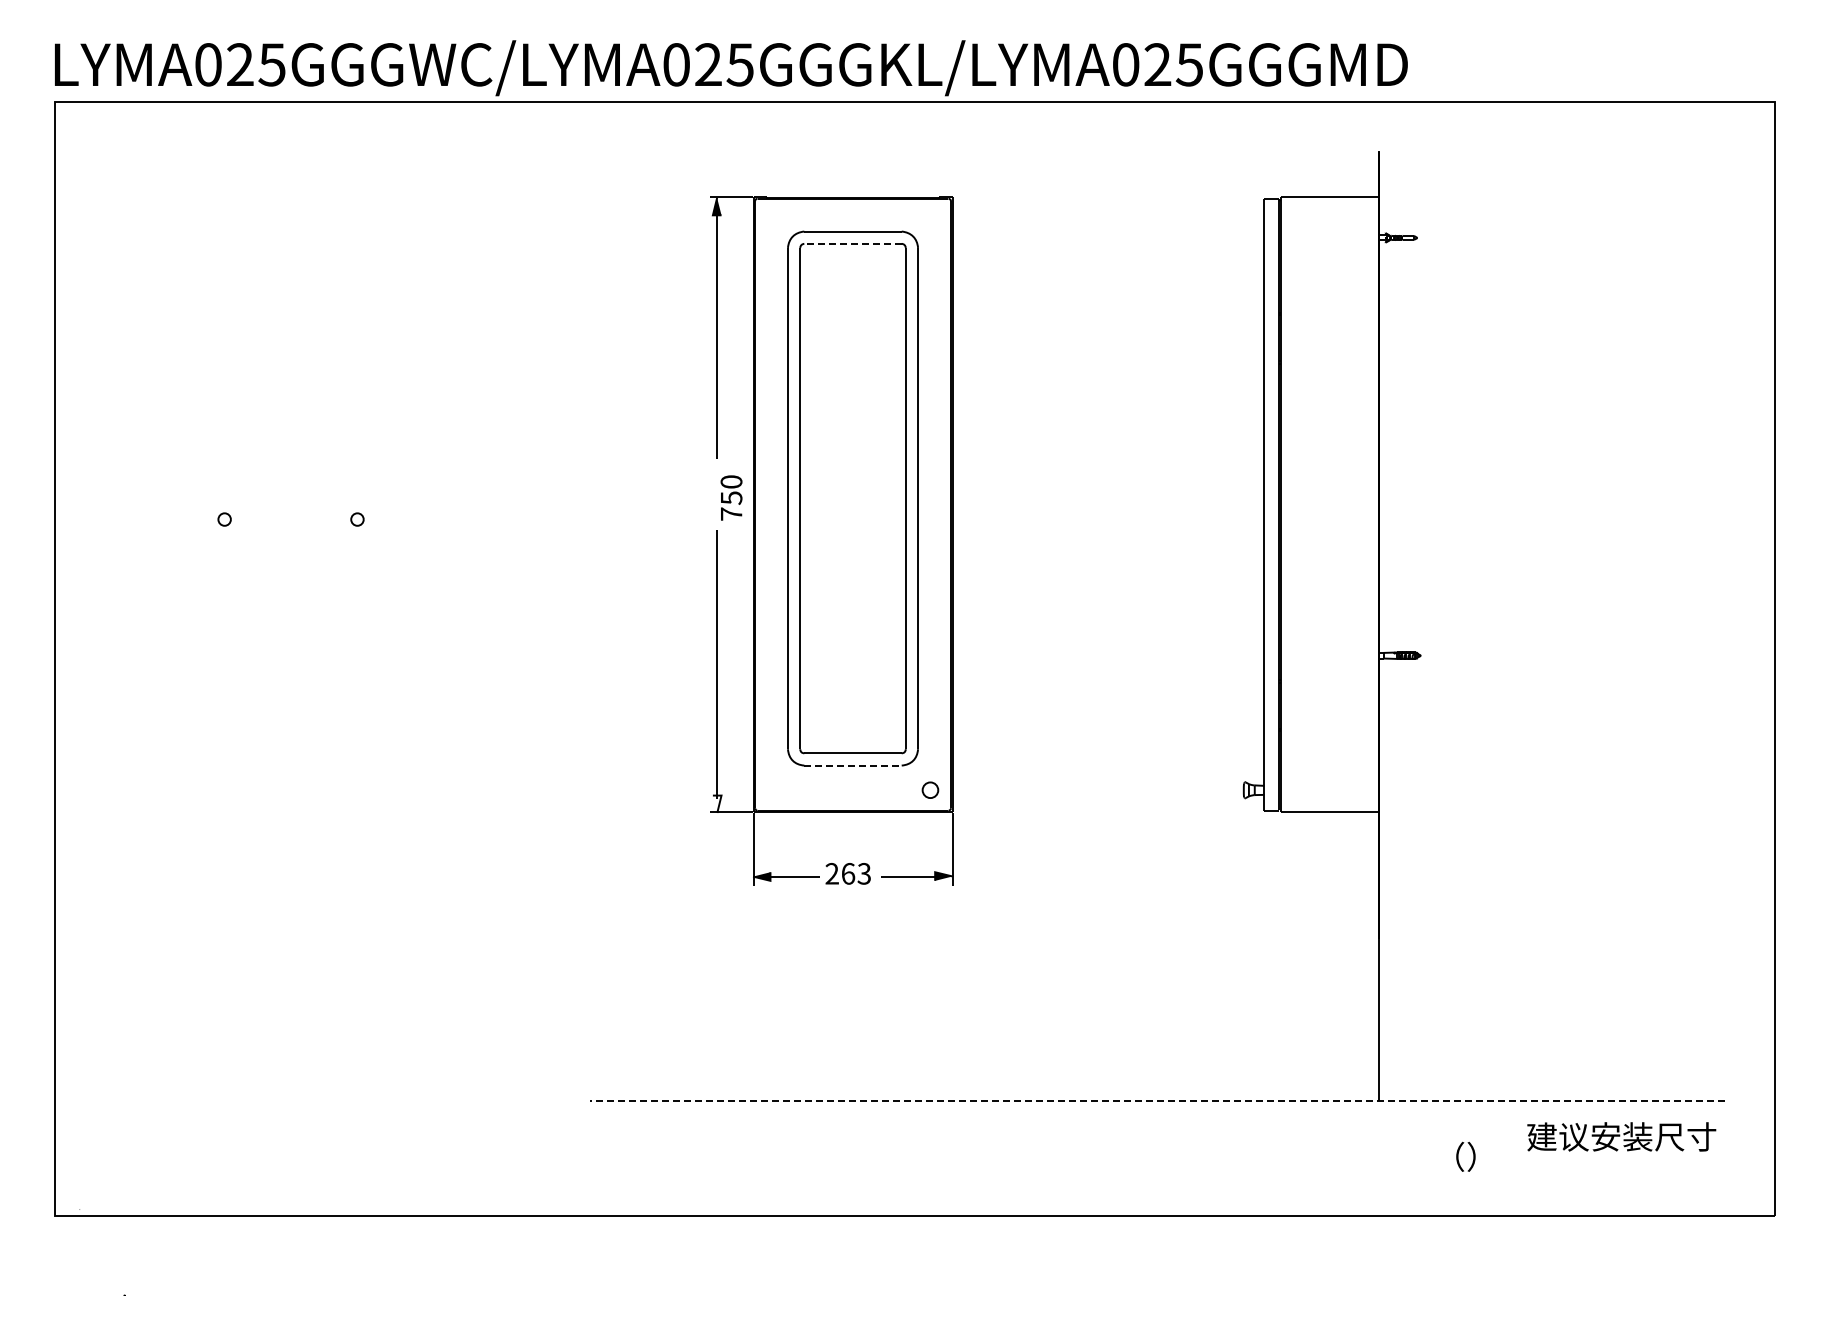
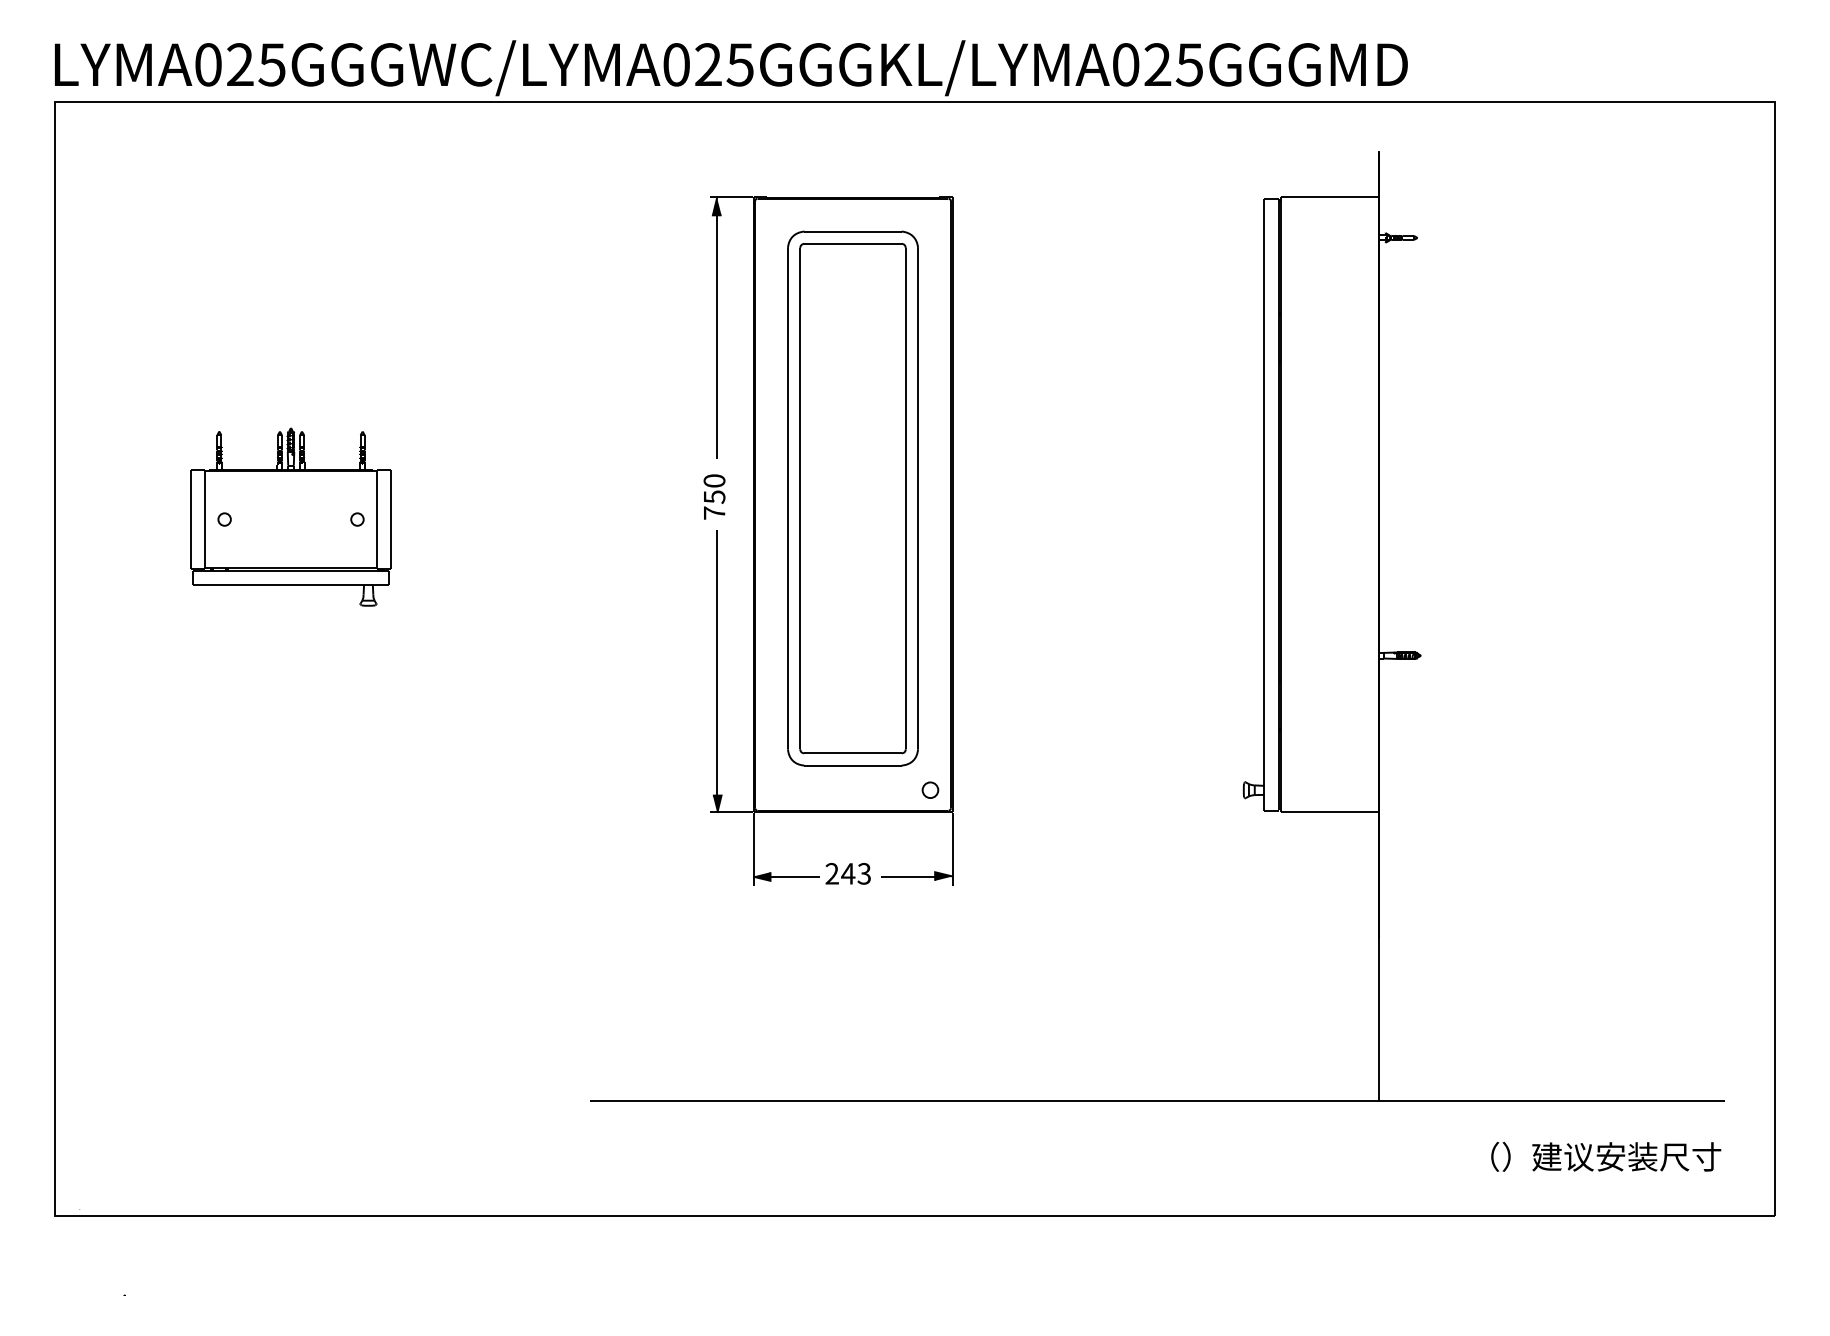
line at (853, 243): dashed -> solid
text at (731, 497) position: (731, 497) -> (714, 496)
part at (290, 516): none -> present
line at (853, 765): dashed -> solid
fill at (716, 803): none -> present
text at (848, 873): 263 -> 243
line at (1156, 1100): dashed -> solid
text at (1621, 1136) position: (1621, 1136) -> (1626, 1156)
text at (1465, 1156) position: (1465, 1156) -> (1500, 1156)
